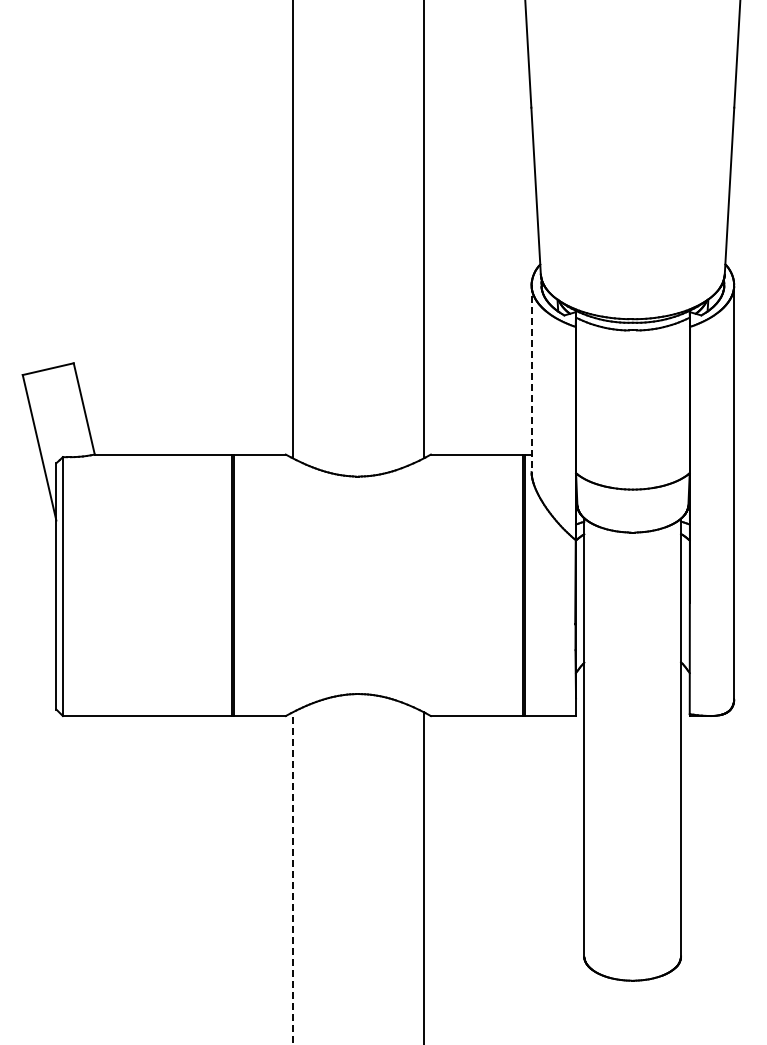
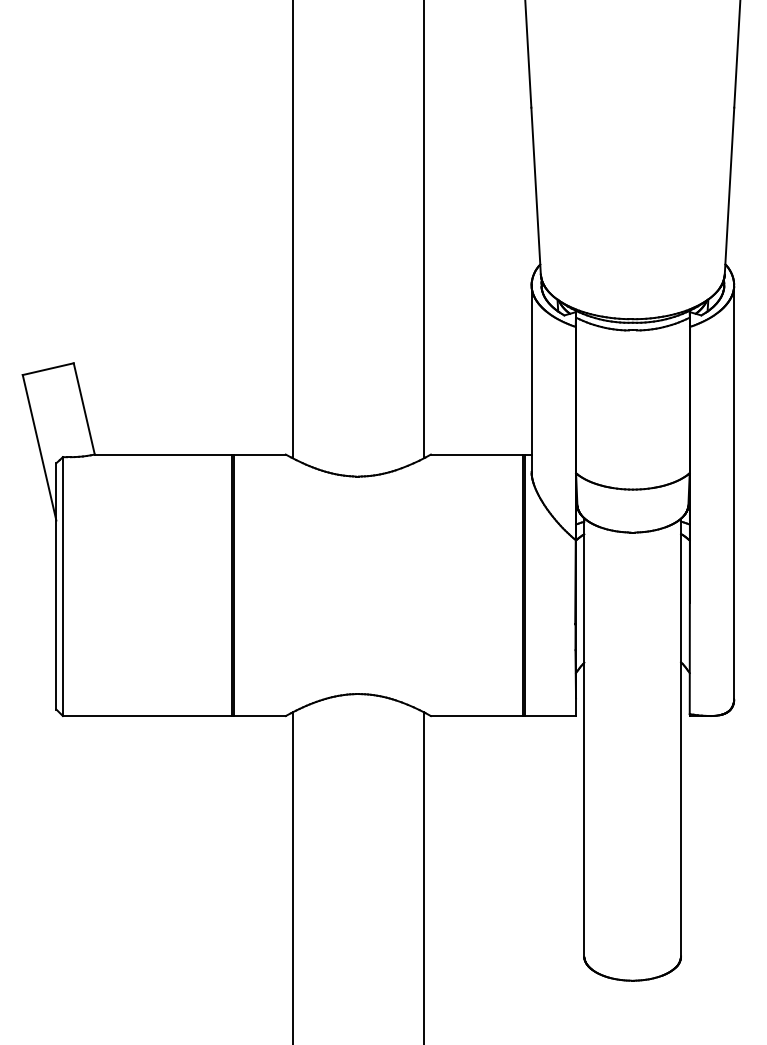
line at (531, 379): dashed -> solid
line at (292, 878): dashed -> solid
